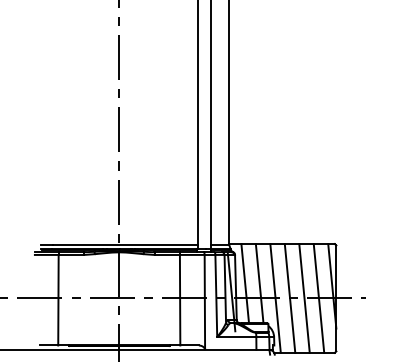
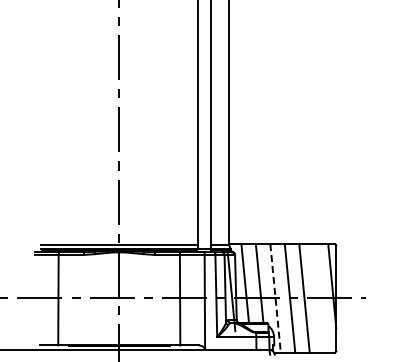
line at (275, 298): solid -> dashed
line at (318, 298): present -> none
